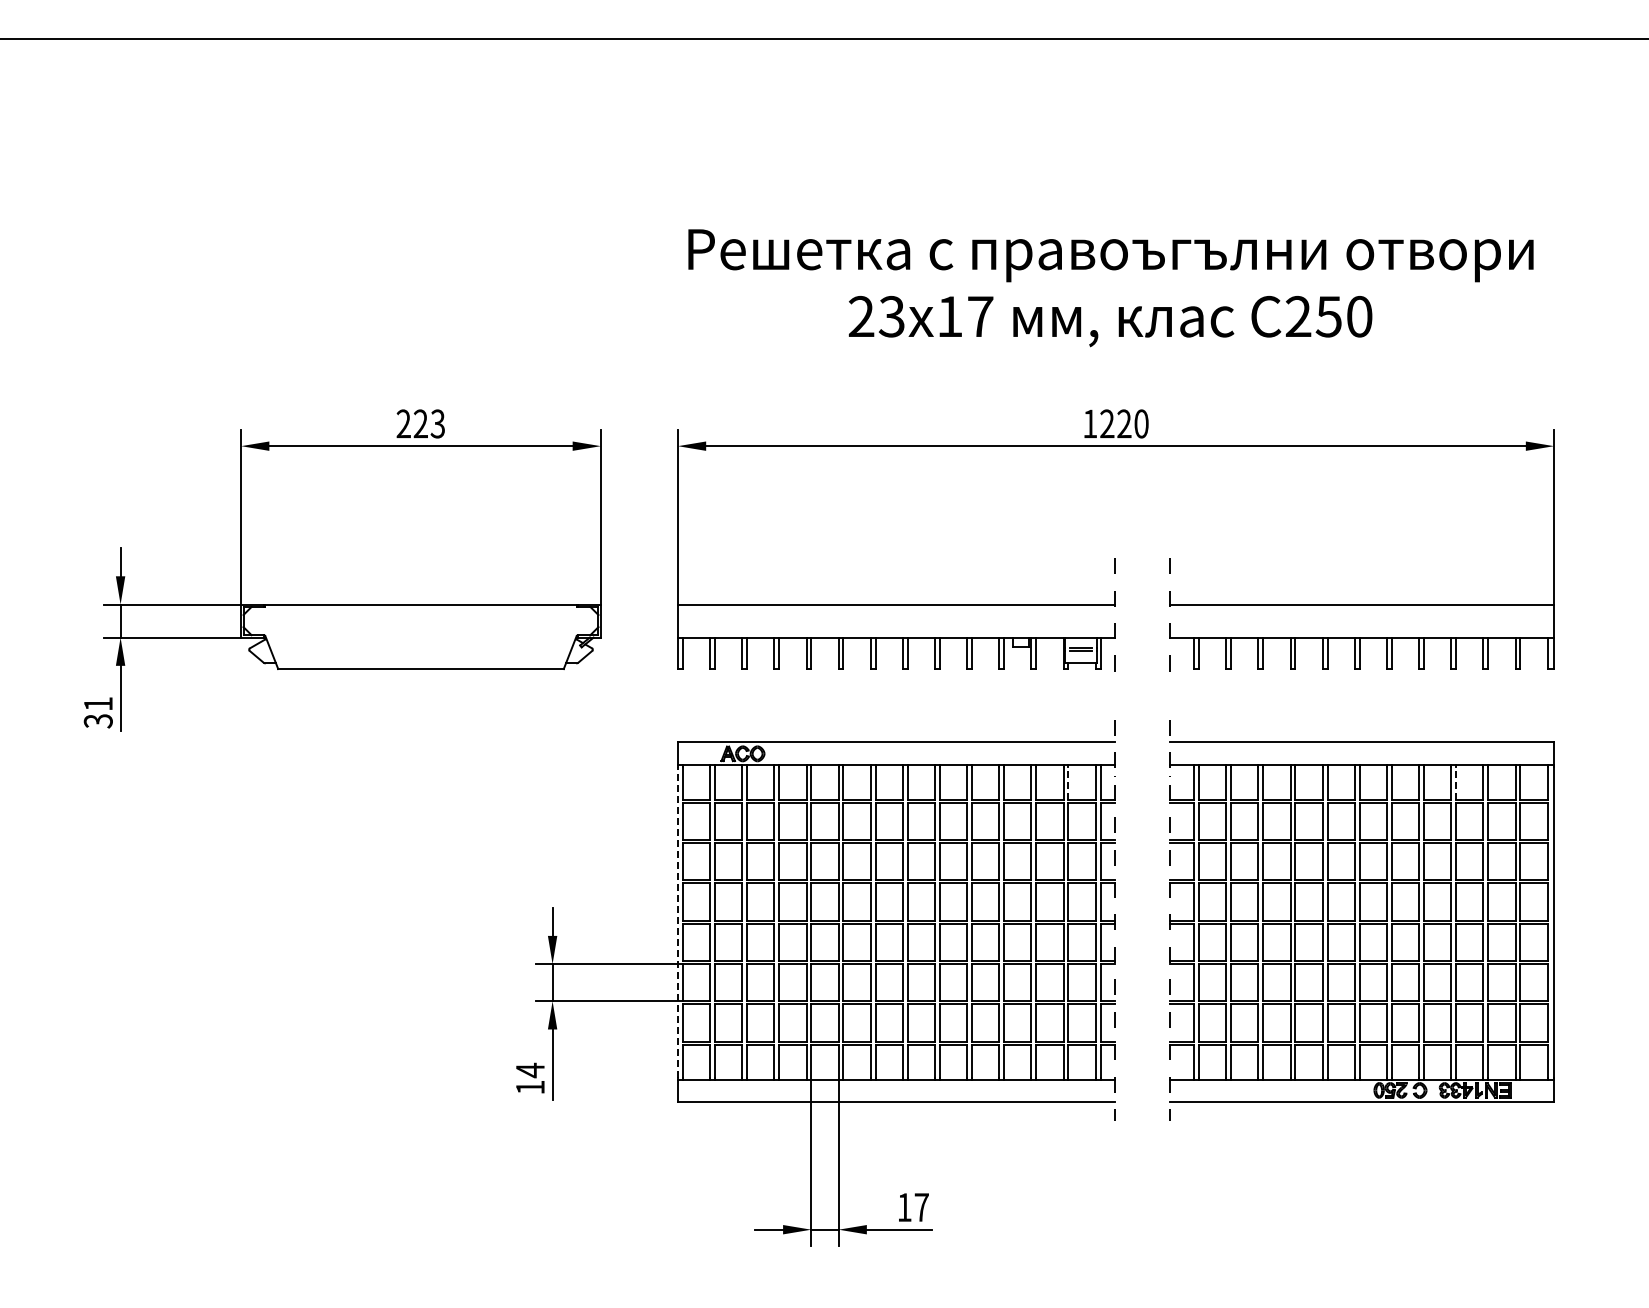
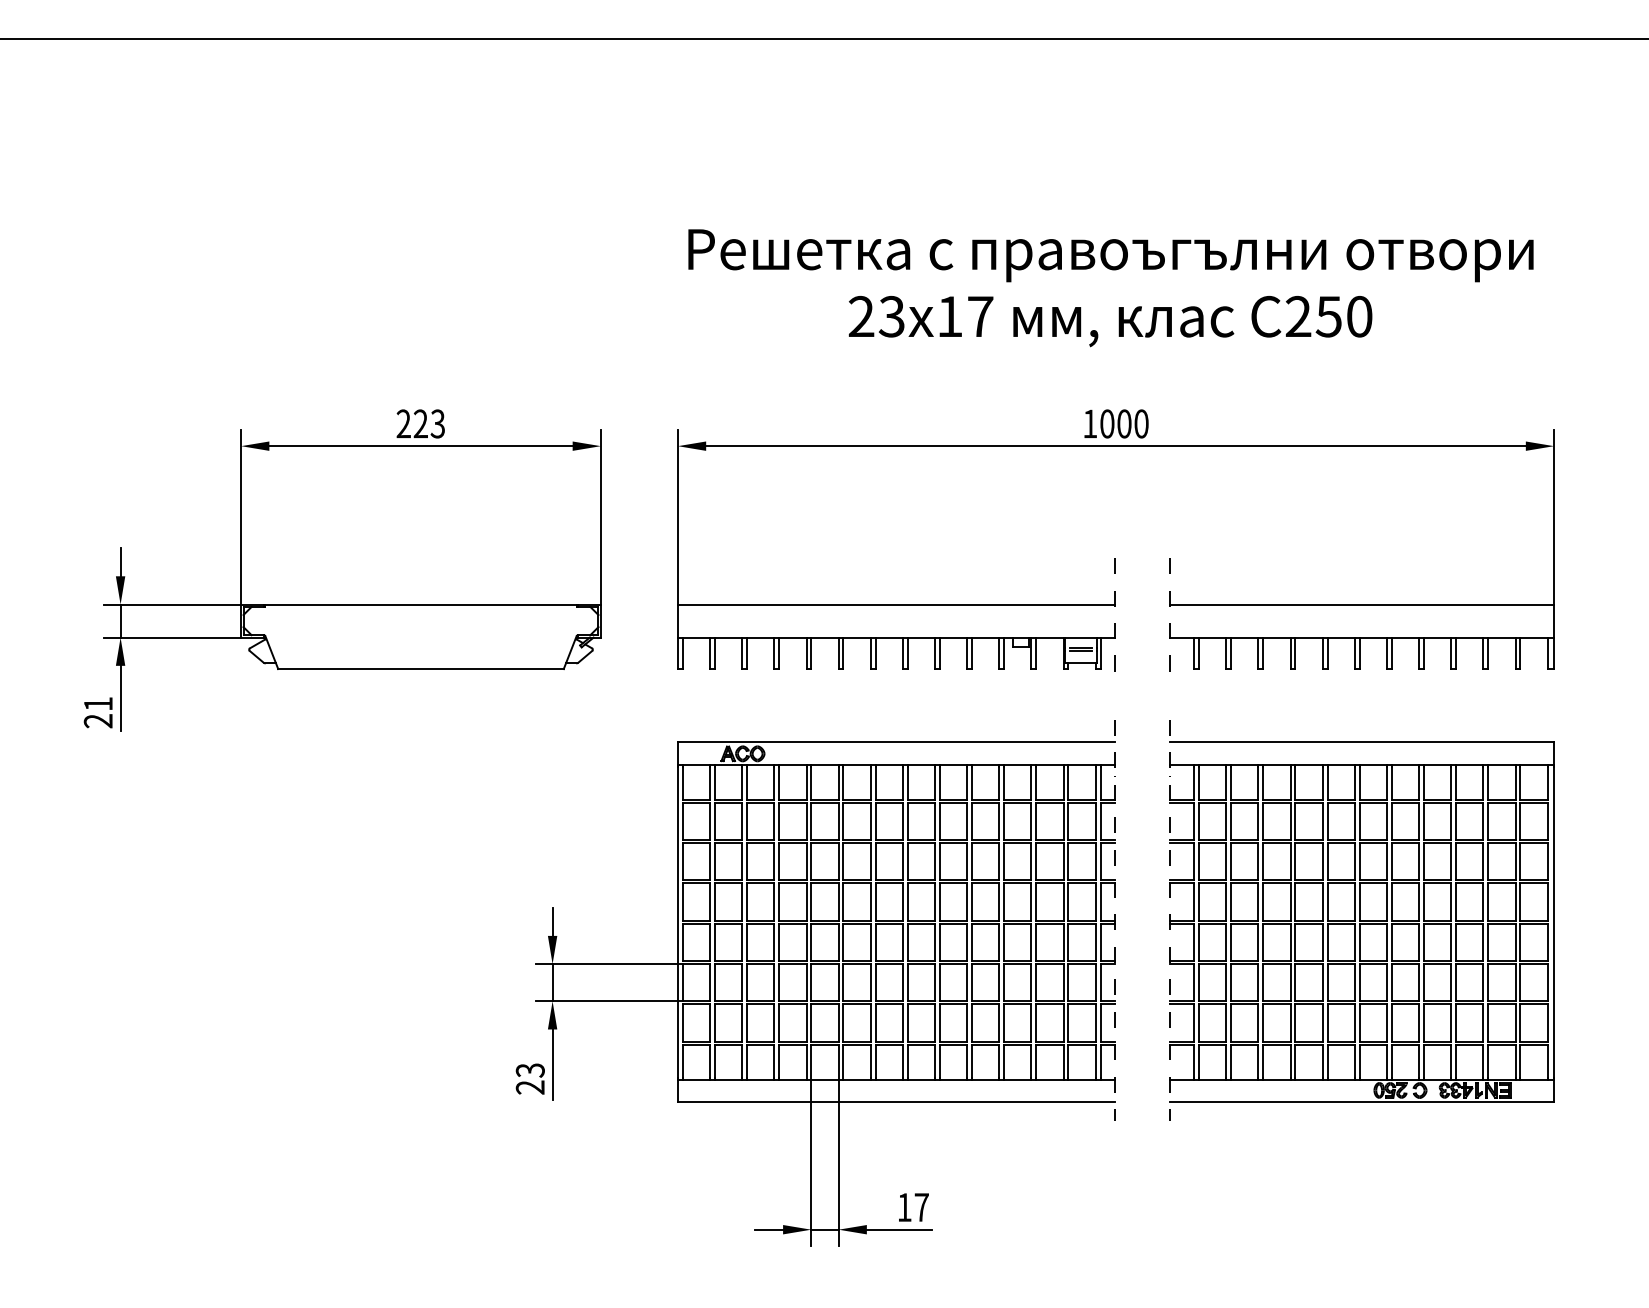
text at (1115, 423): 1220 -> 1000
text at (98, 721): 31 -> 21
line at (1068, 783): dashed -> solid
line at (1456, 783): dashed -> solid
line at (677, 922): dashed -> solid
text at (529, 1078): 14 -> 23
